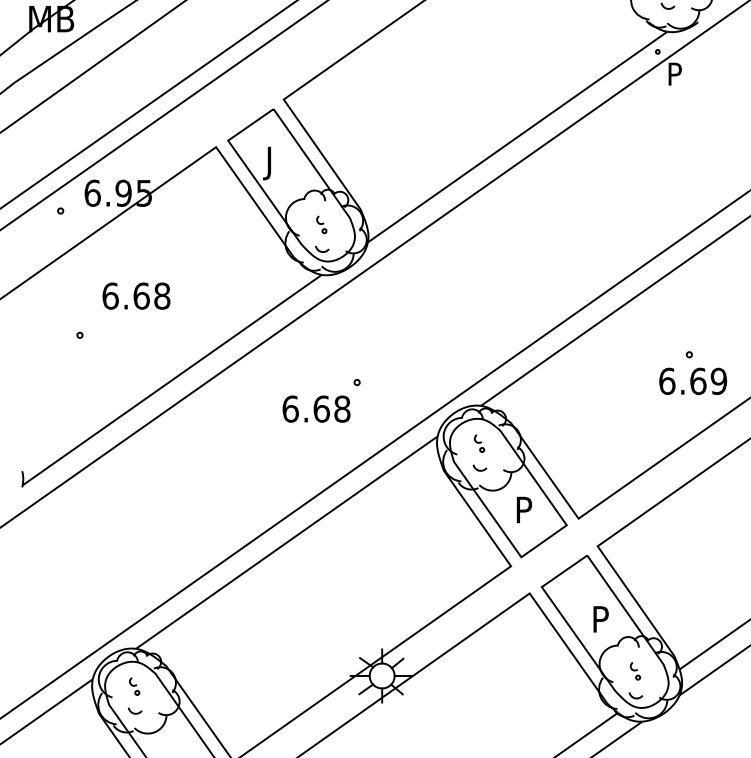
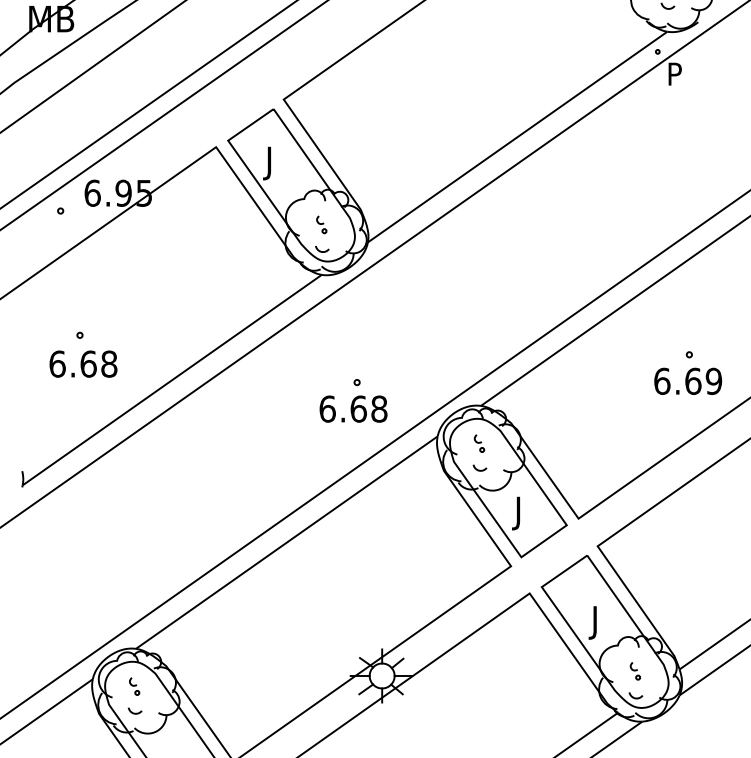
text at (136, 295) position: (136, 295) -> (83, 363)
text at (693, 380) position: (693, 380) -> (688, 380)
text at (316, 408) position: (316, 408) -> (353, 408)
text at (522, 513): P -> J
text at (598, 622): P -> J
